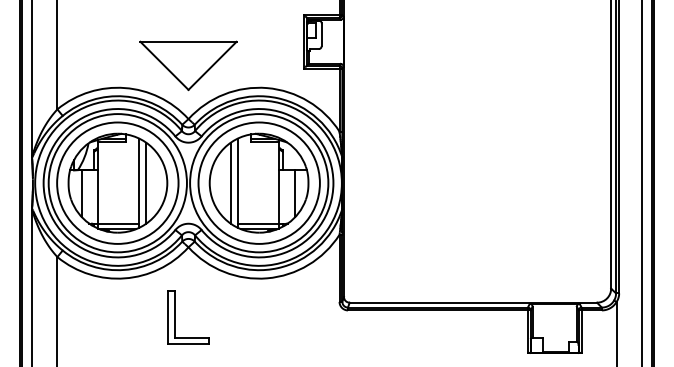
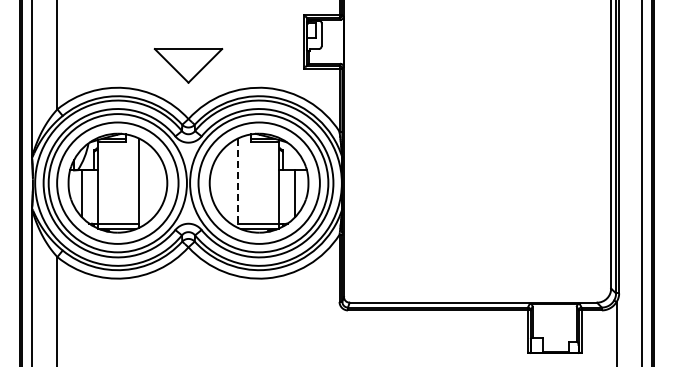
part at (188, 65) size: 99x52 px -> 71x36 px
line at (146, 182): present -> none
line at (230, 182): present -> none
line at (238, 183): solid -> dashed
part at (175, 317): present -> none
